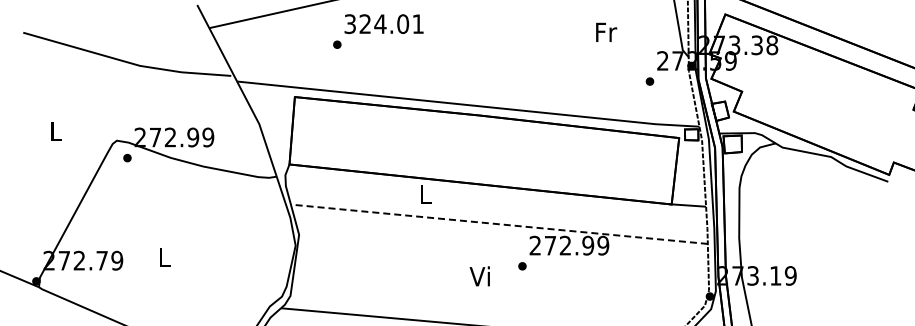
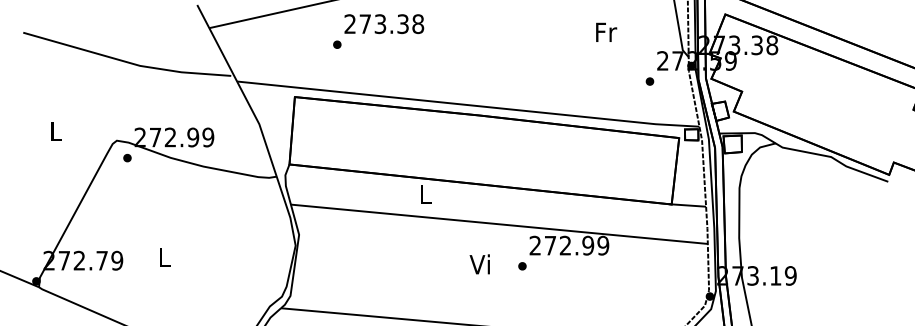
text at (384, 24): 324.01 -> 273.38
line at (498, 224): dashed -> solid
text at (479, 276) position: (479, 276) -> (479, 264)
